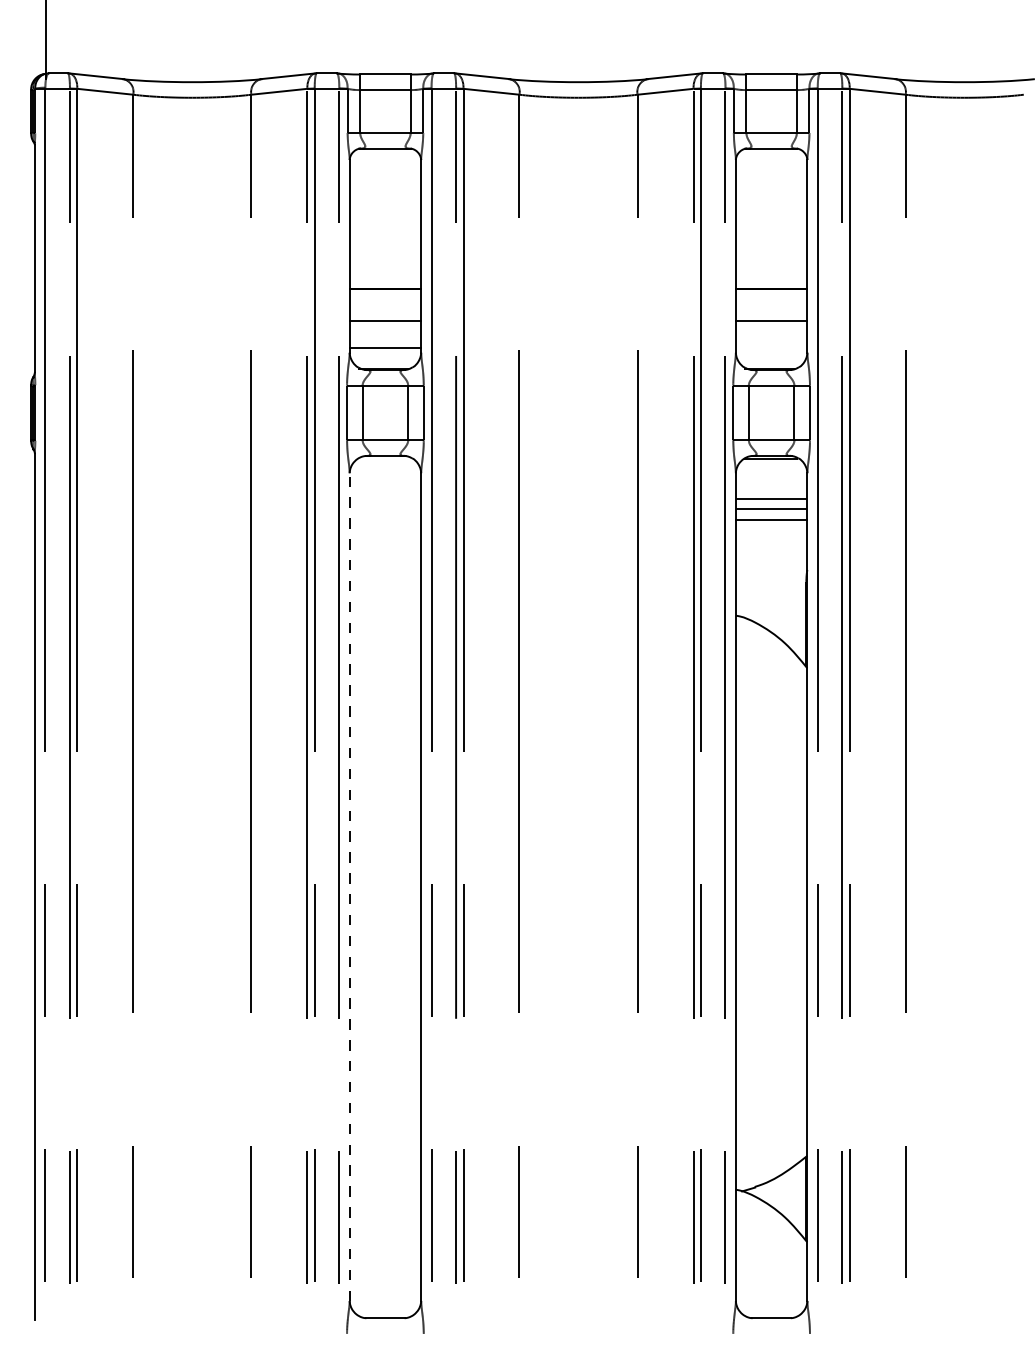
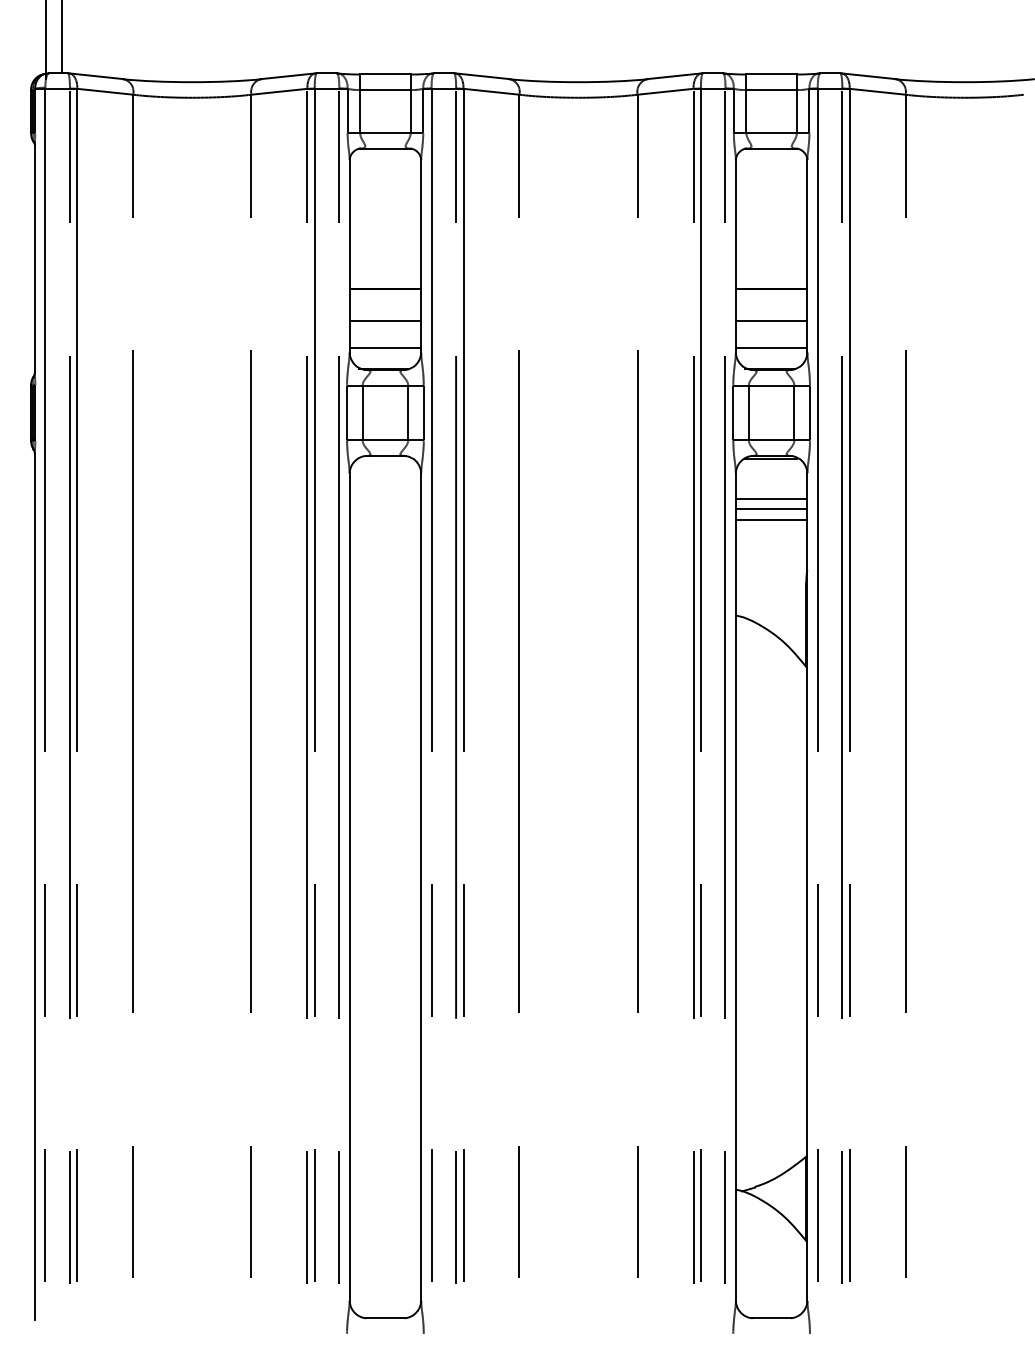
line at (61, 37): none -> present
line at (771, 348): none -> present
line at (349, 887): dashed -> solid
